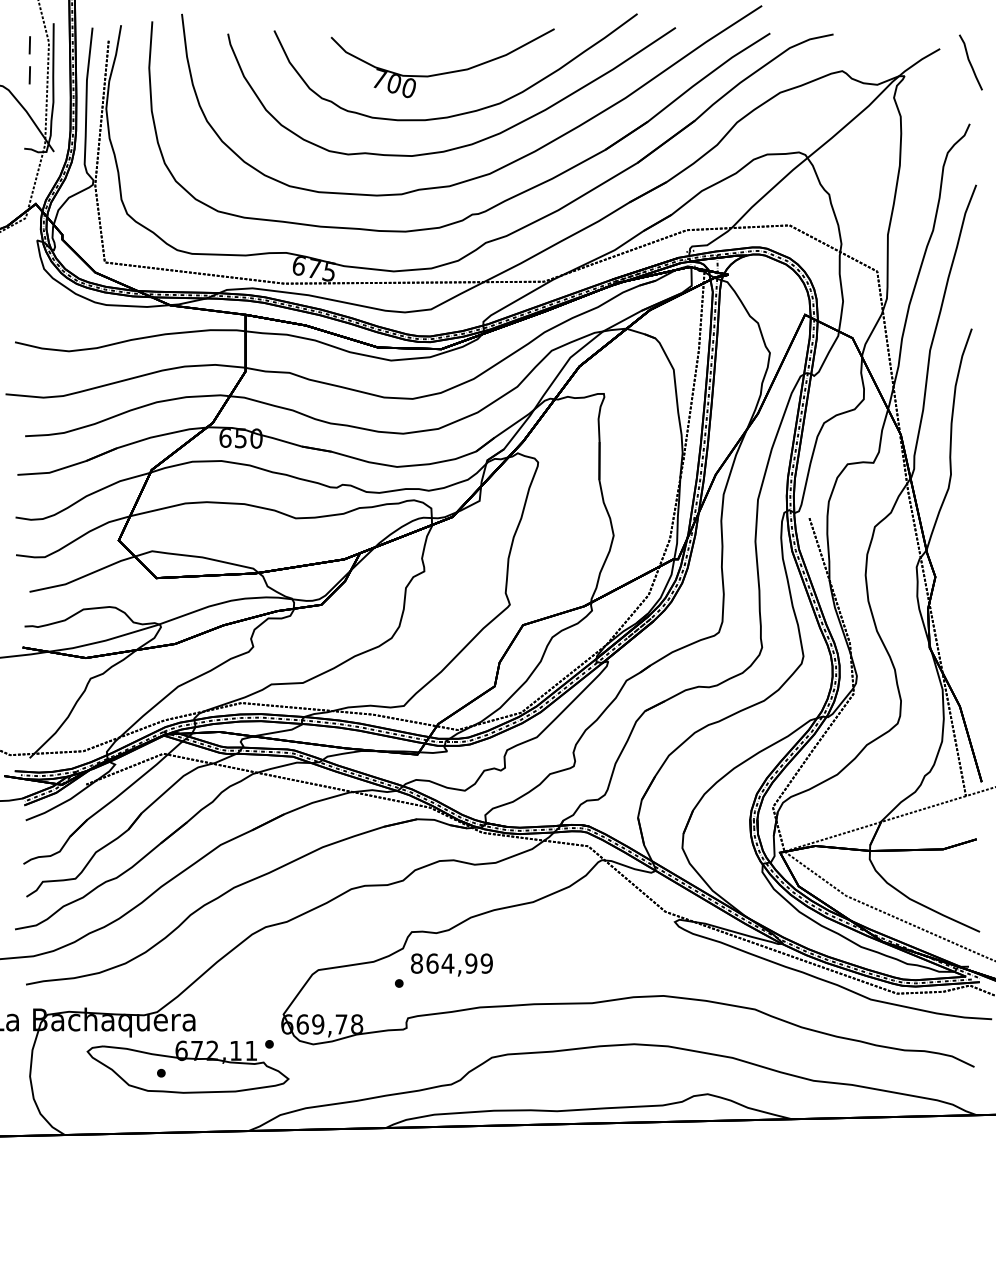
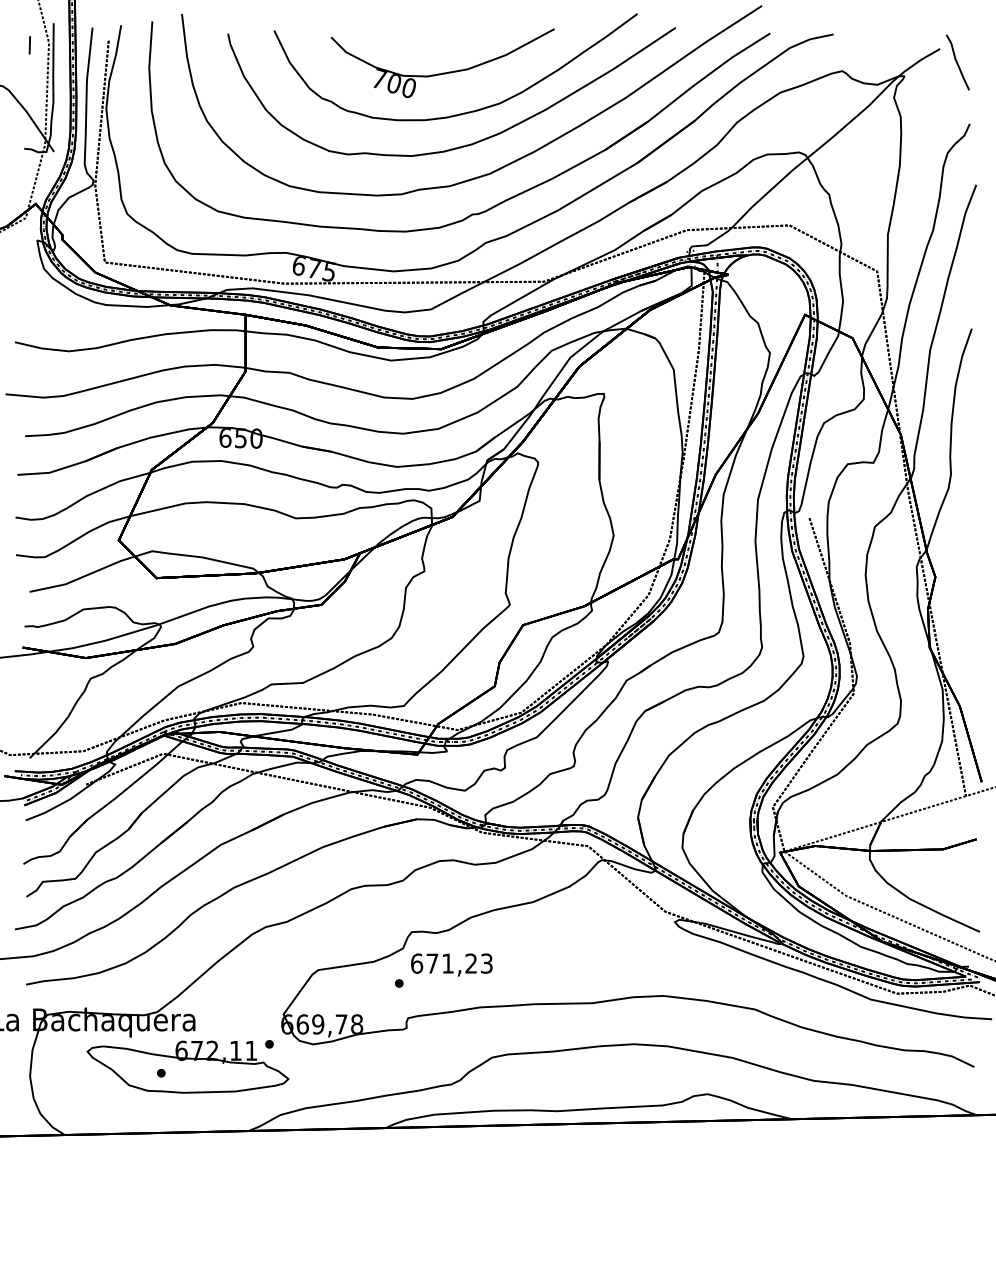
curve at (970, 62) position: (970, 62) -> (957, 62)
line at (29, 75): present -> none
text at (451, 963): 864,99 -> 671,23
